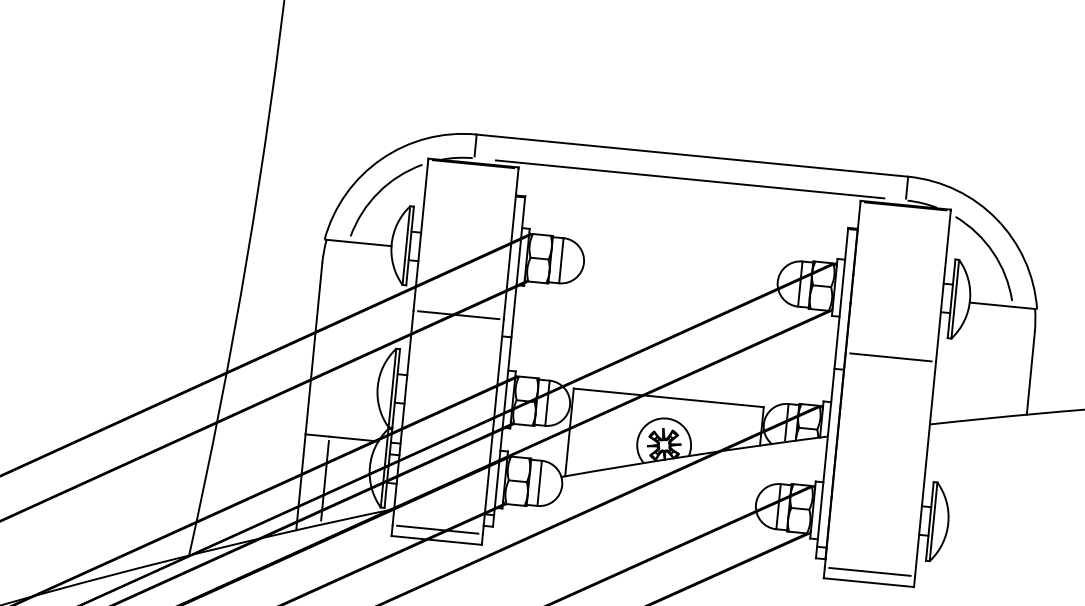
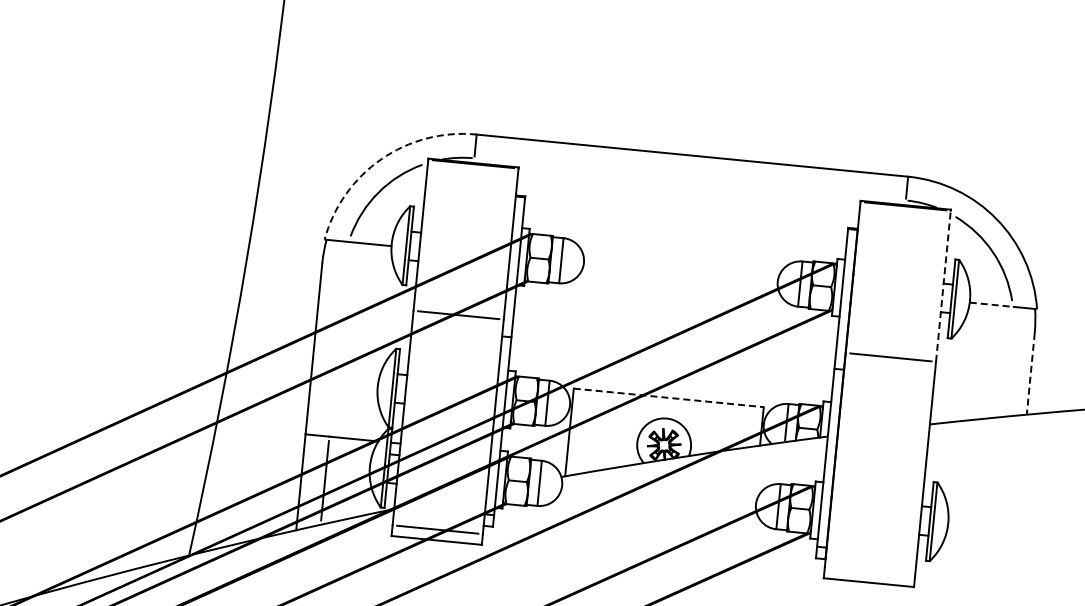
arc at (381, 159): solid -> dashed
line at (689, 179): present -> none
line at (943, 286): solid -> dashed
line at (991, 304): solid -> dashed
line at (1030, 374): solid -> dashed
line at (669, 397): solid -> dashed
line at (869, 571): present -> none
